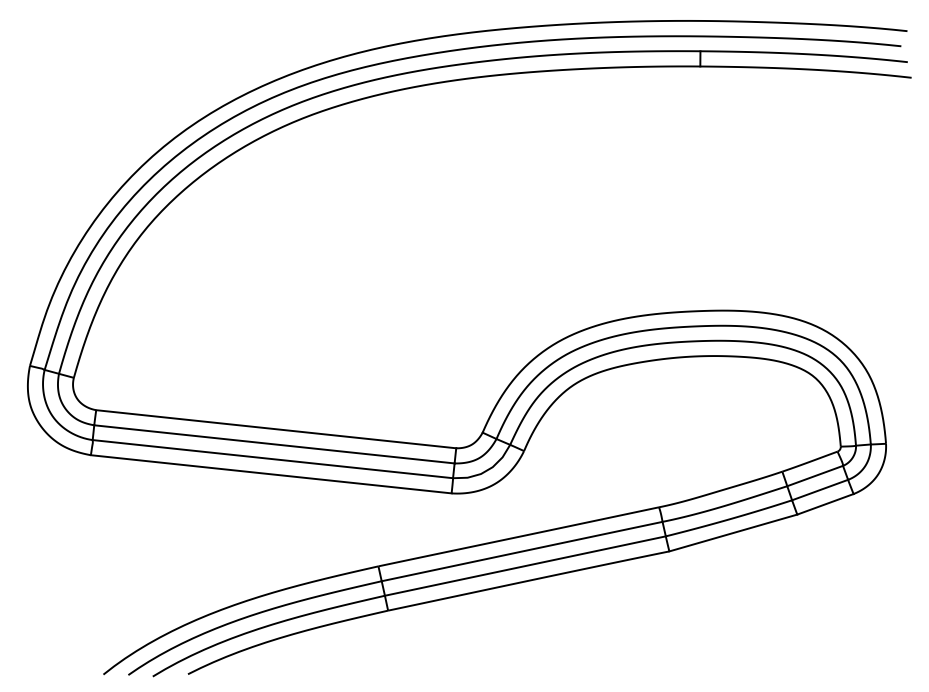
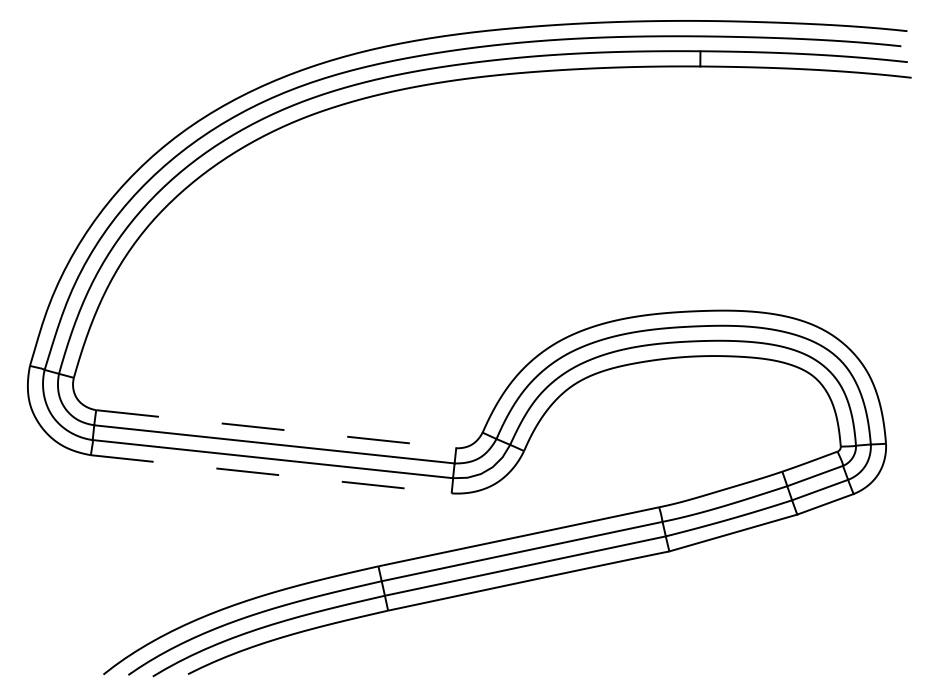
line at (276, 429): solid -> dashed
line at (271, 474): solid -> dashed
